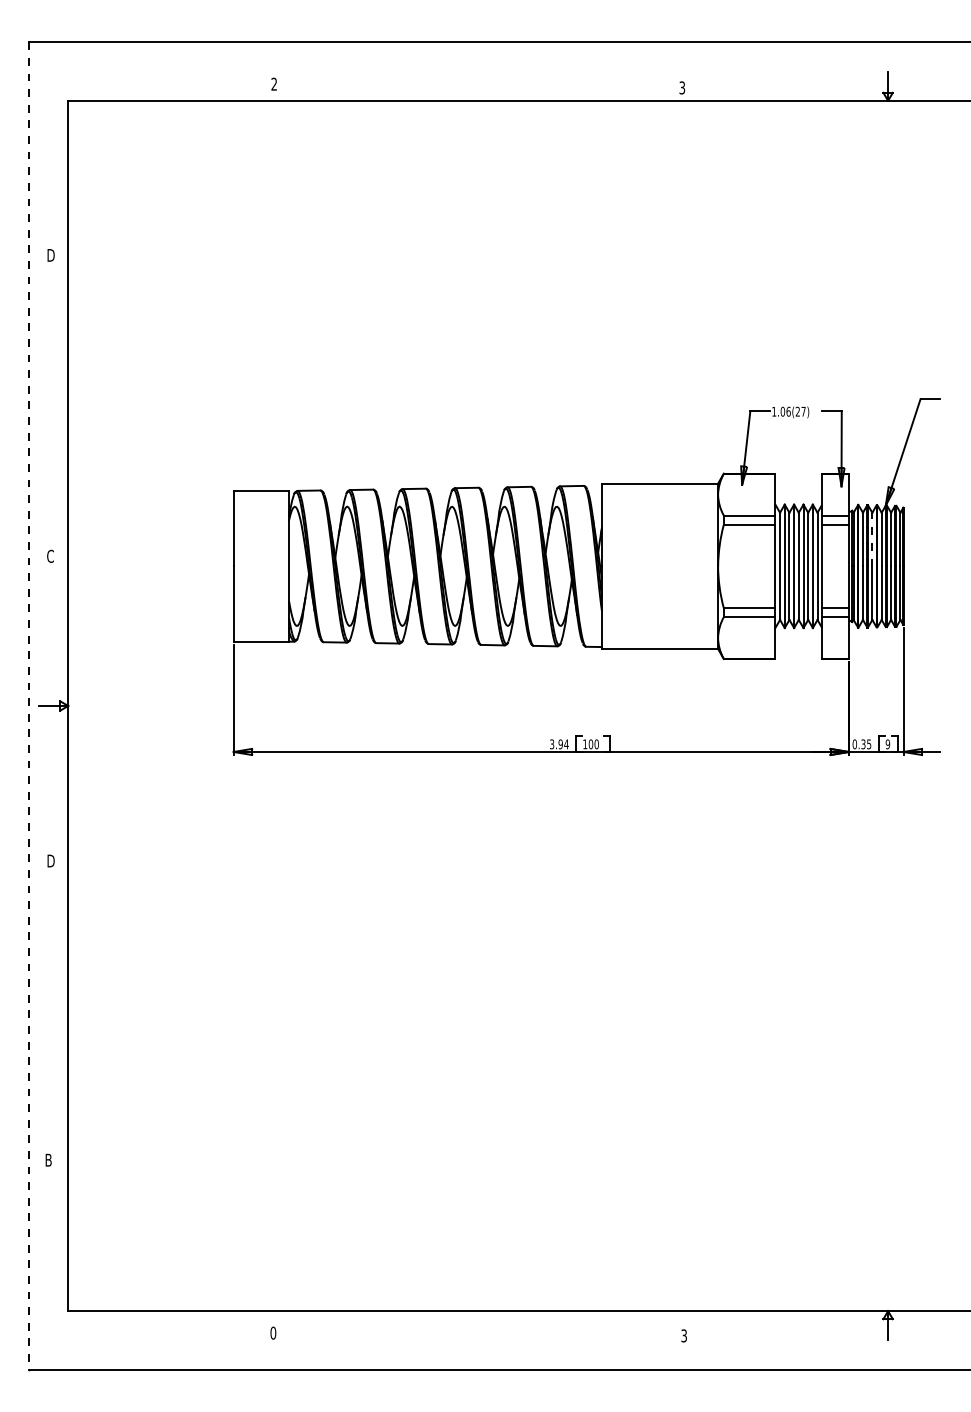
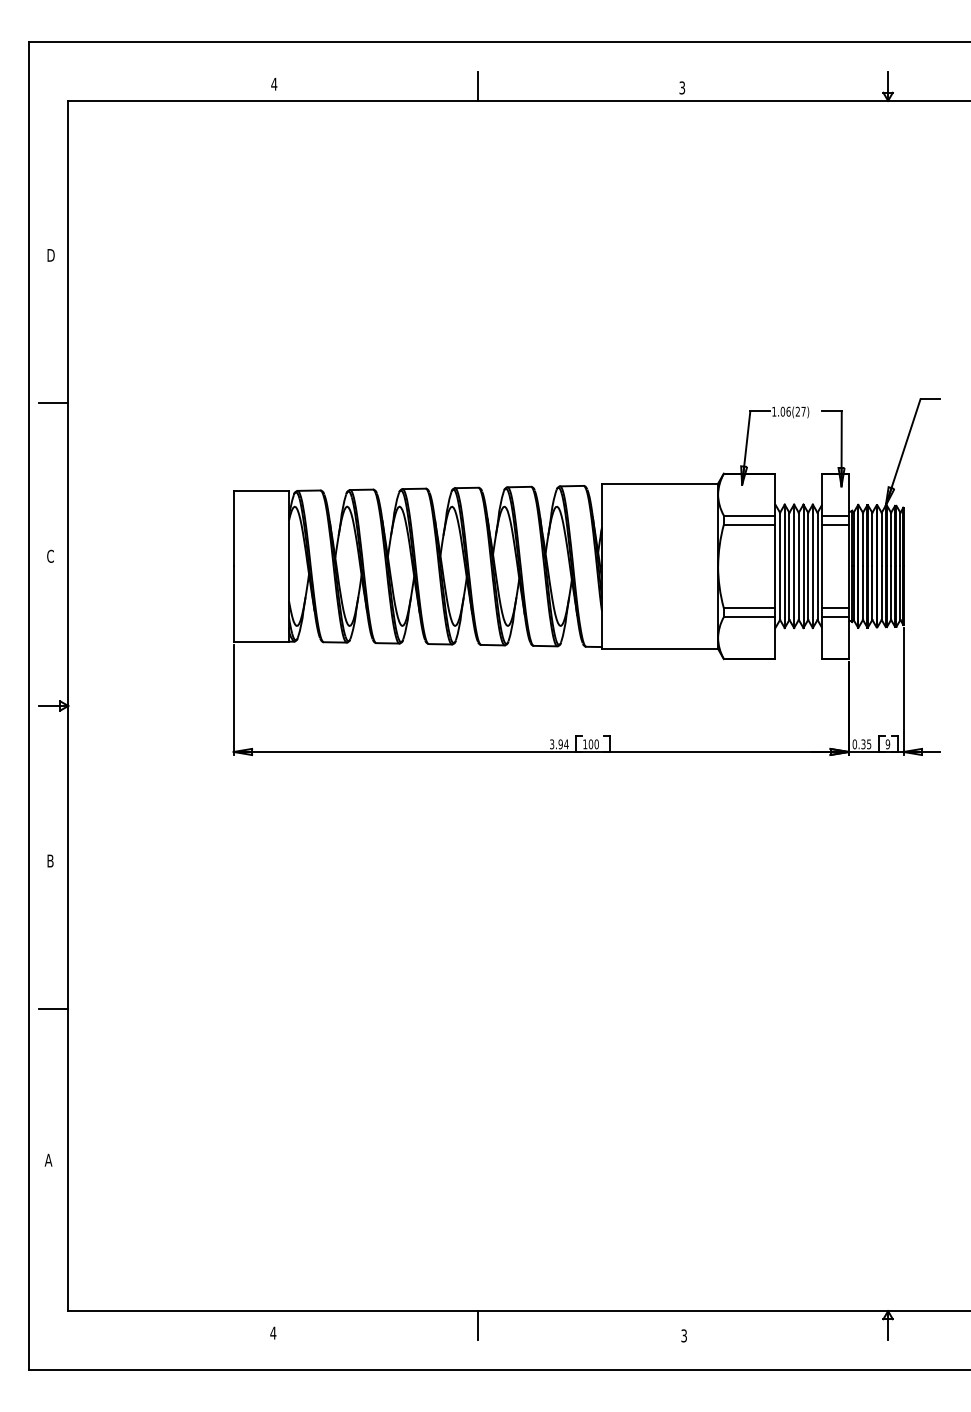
text at (274, 83): 2 -> 4
line at (478, 85): none -> present
line at (53, 403): none -> present
line at (872, 539): dashed -> solid
line at (29, 706): dashed -> solid
text at (51, 861): D -> B
line at (53, 1008): none -> present
text at (48, 1159): B -> A
line at (478, 1325): none -> present
text at (273, 1332): 0 -> 4
